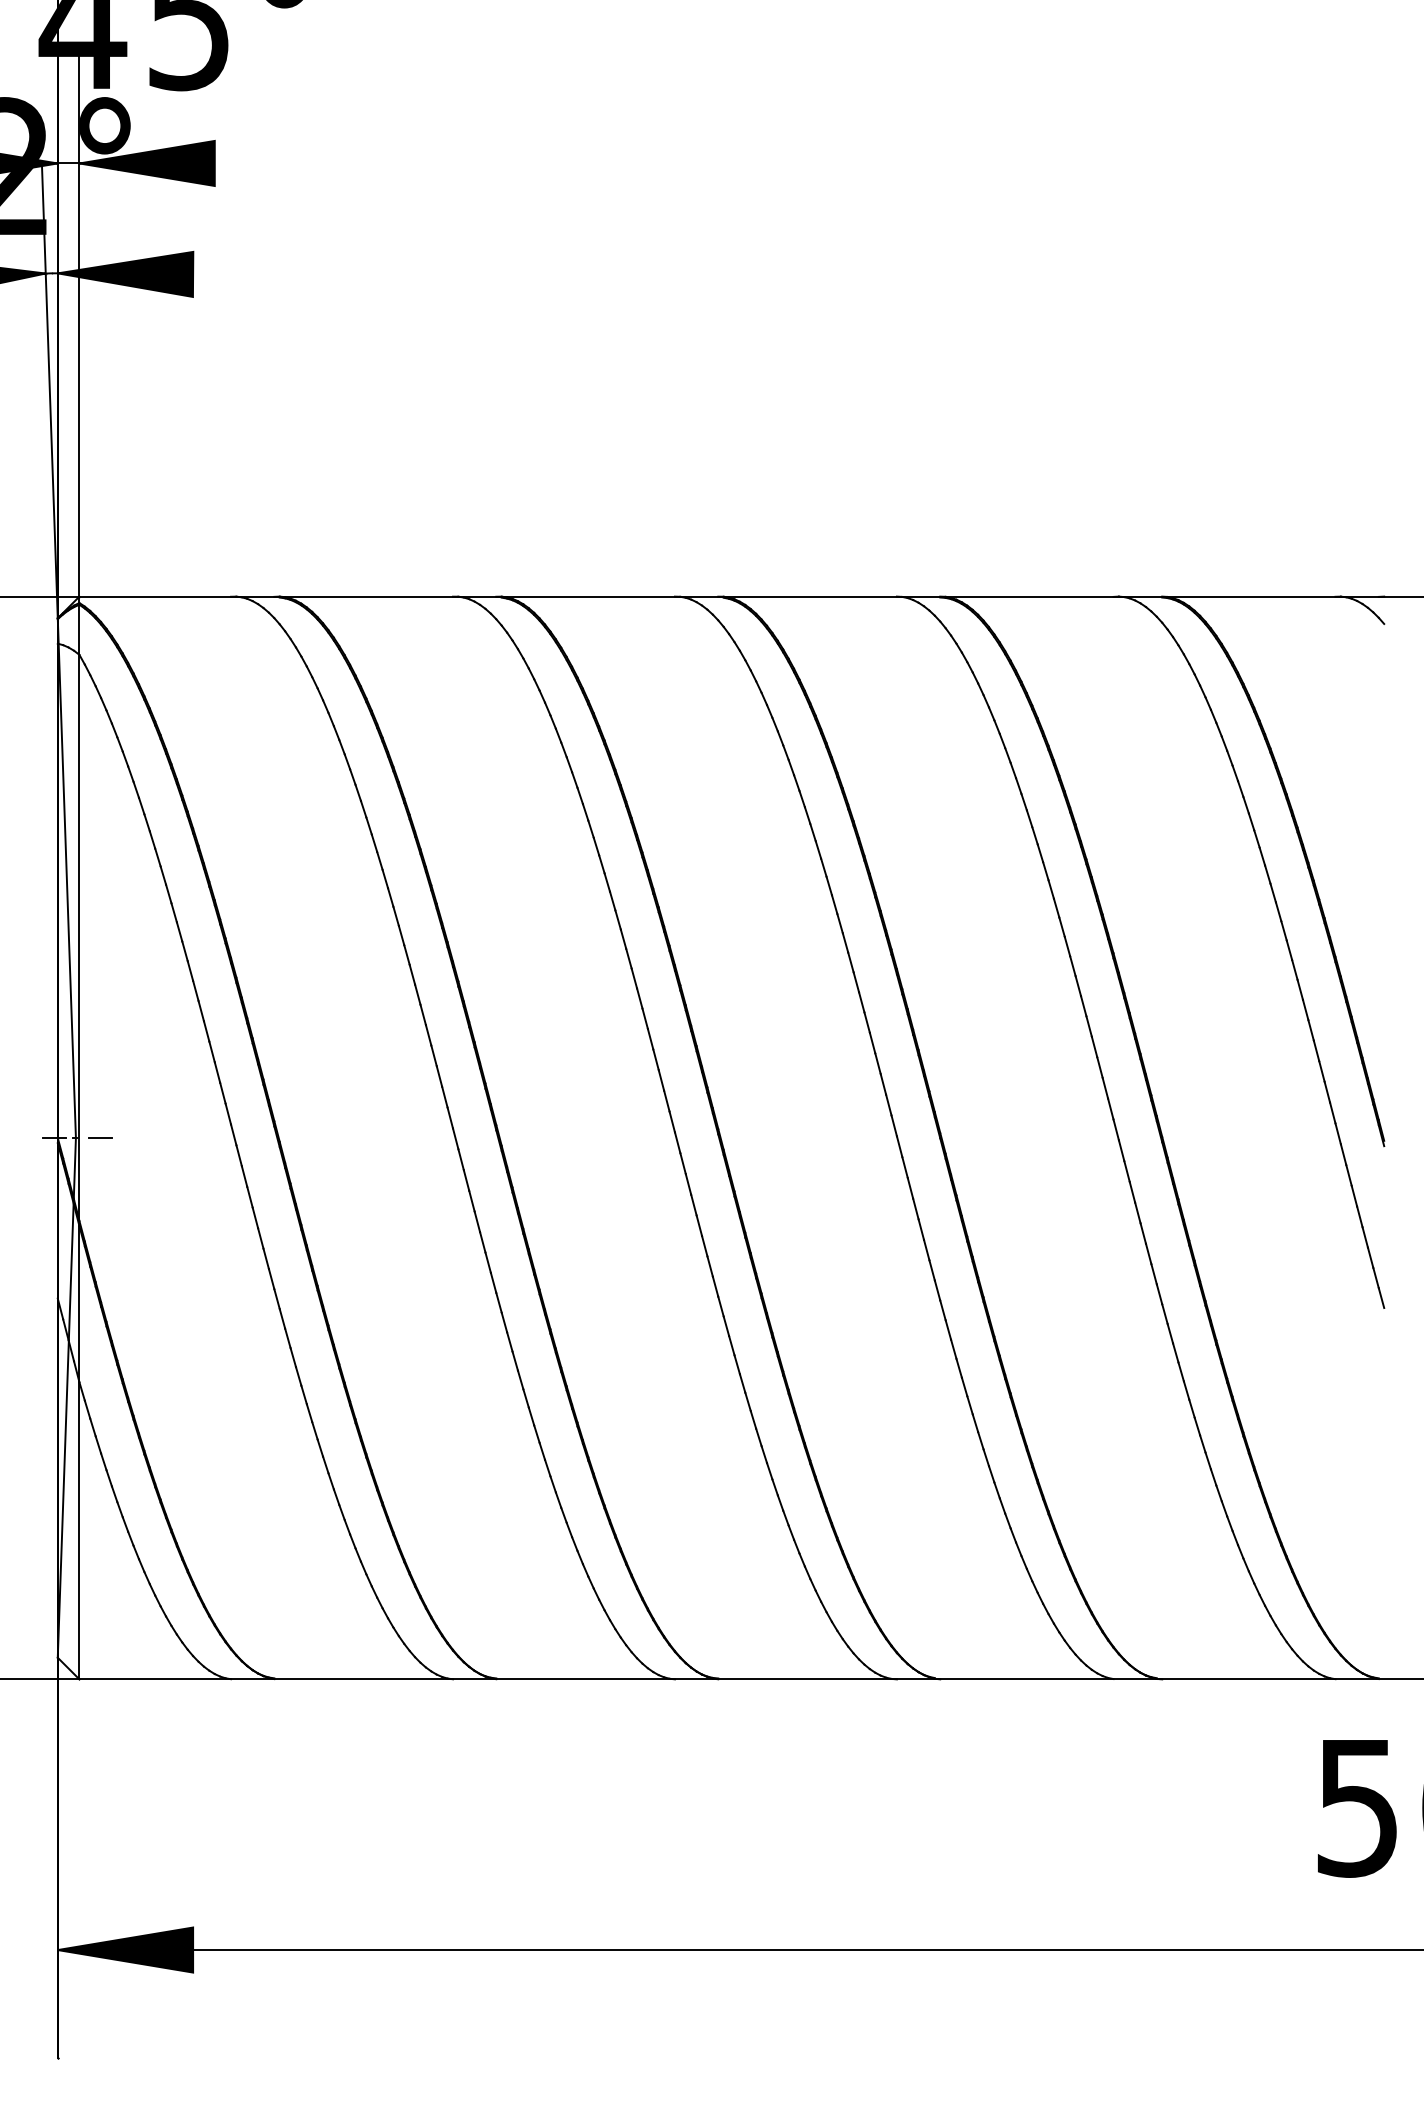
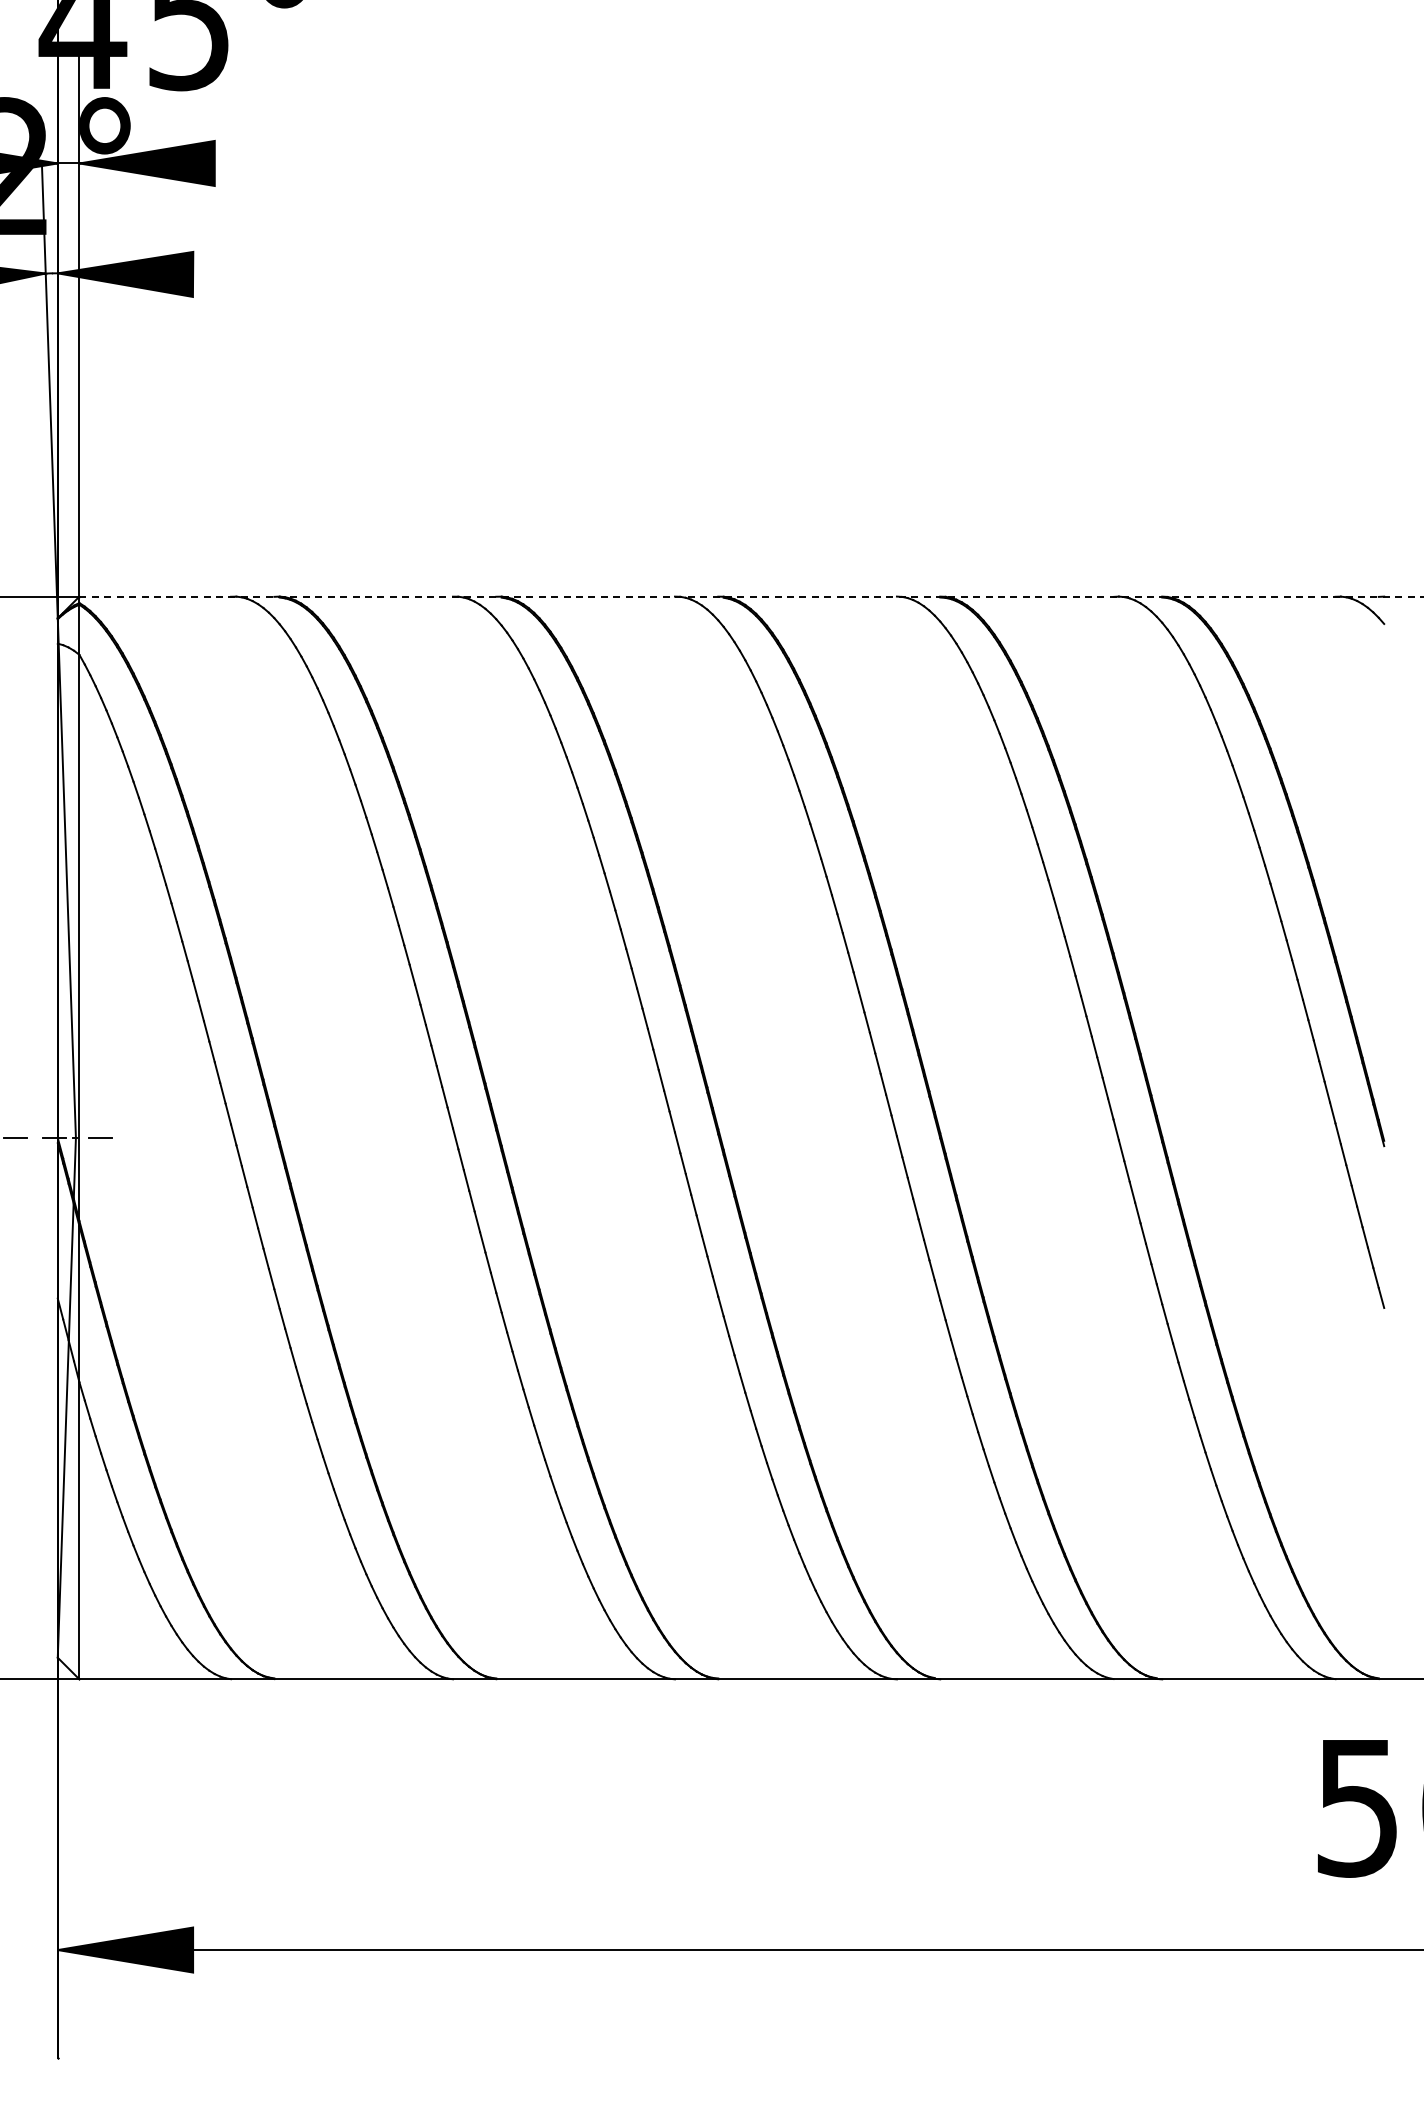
line at (751, 596): solid -> dashed
line at (15, 1137): none -> present
